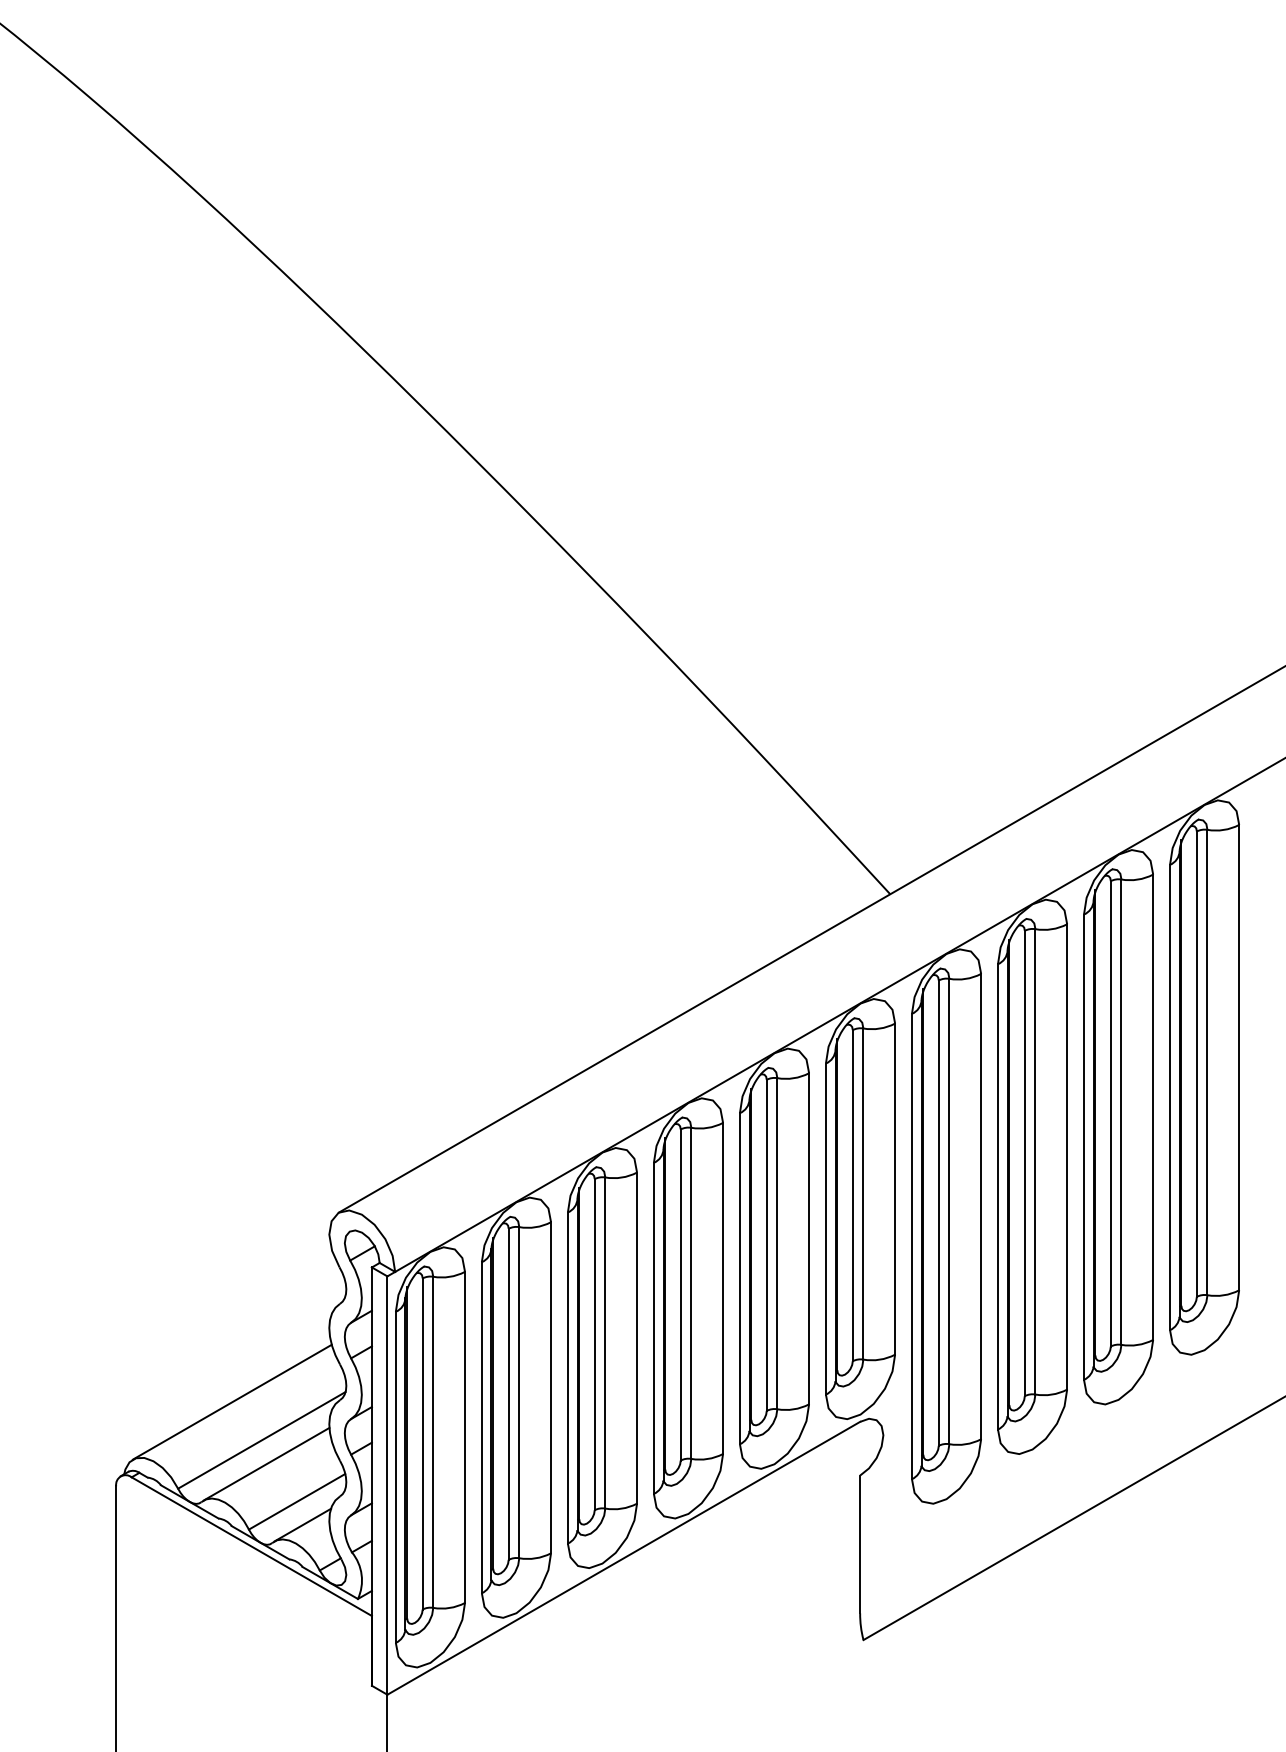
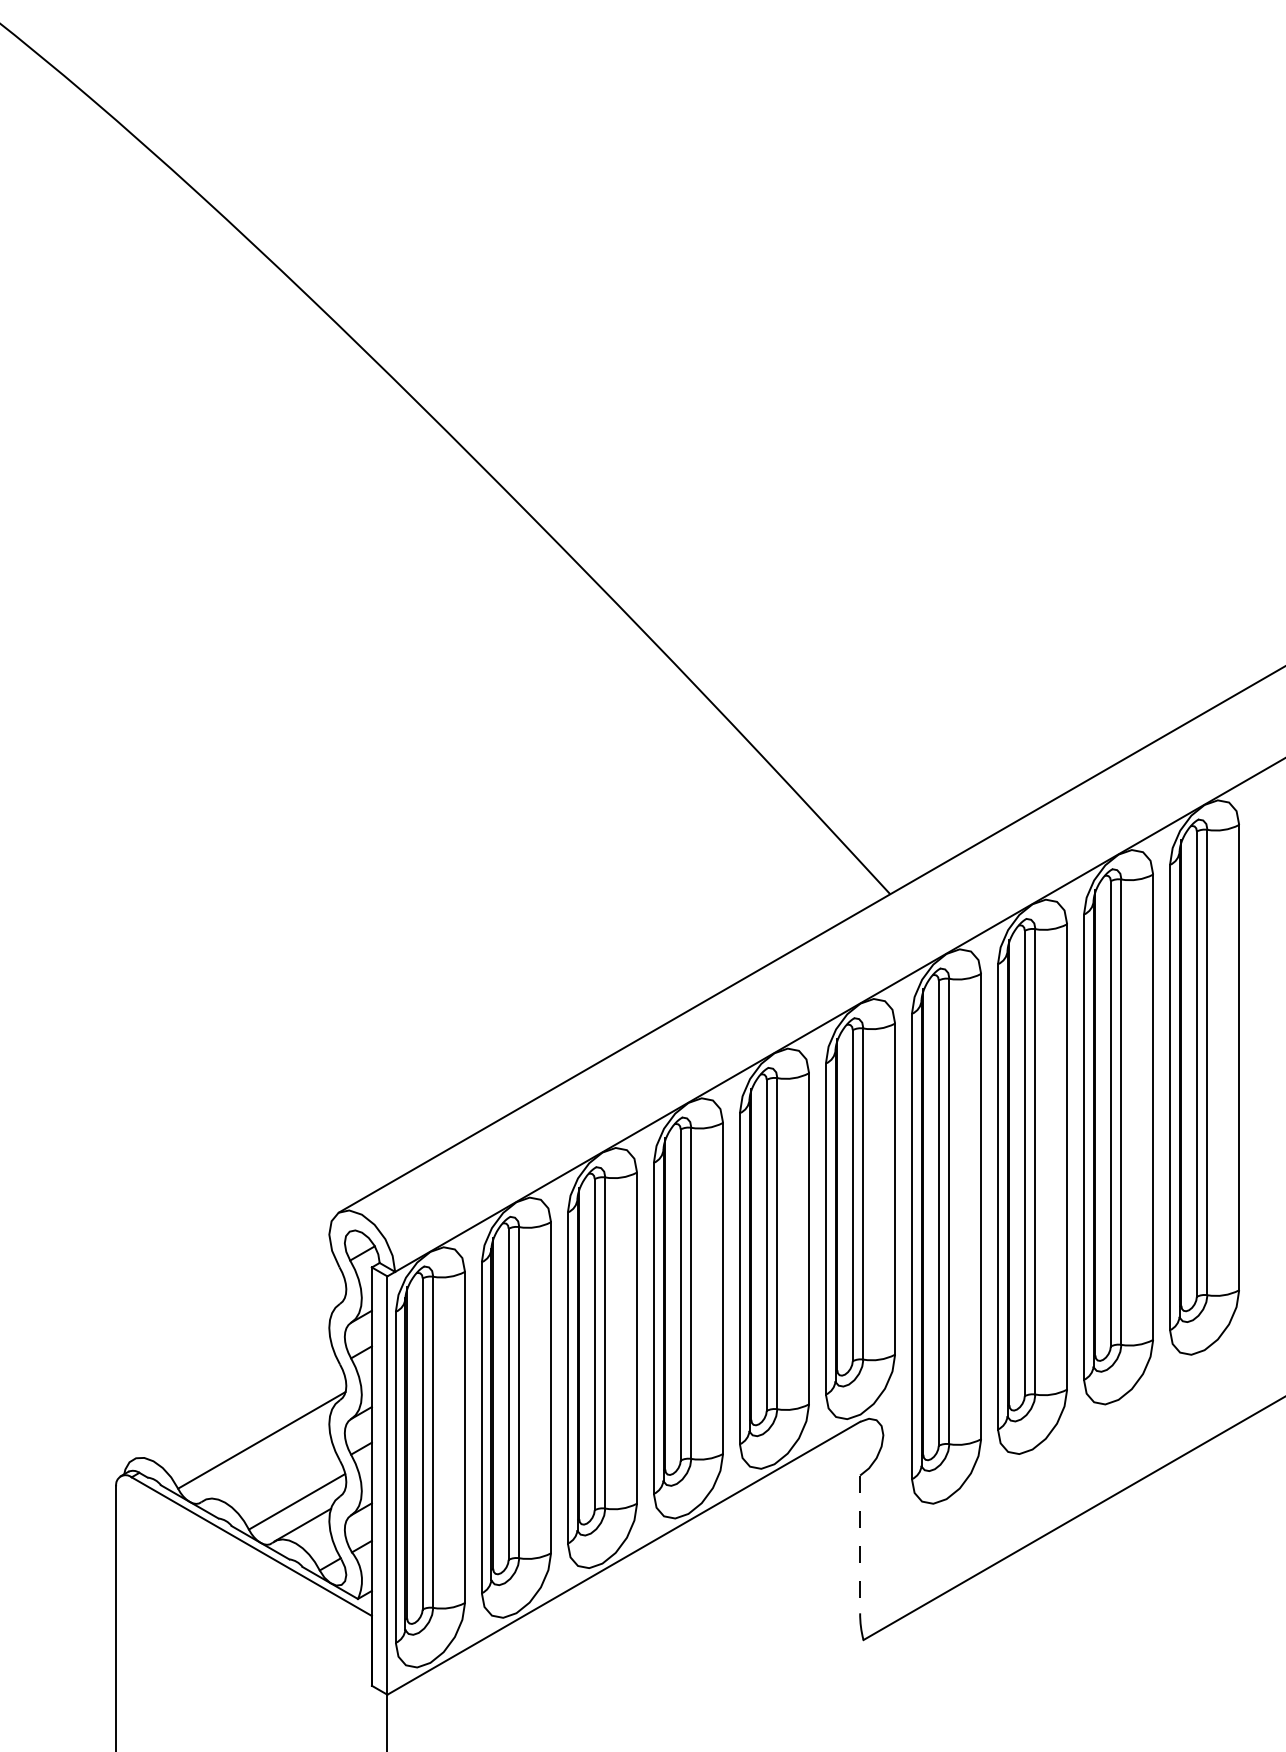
line at (231, 1401): present -> none
line at (266, 1463): present -> none
line at (860, 1544): solid -> dashed
